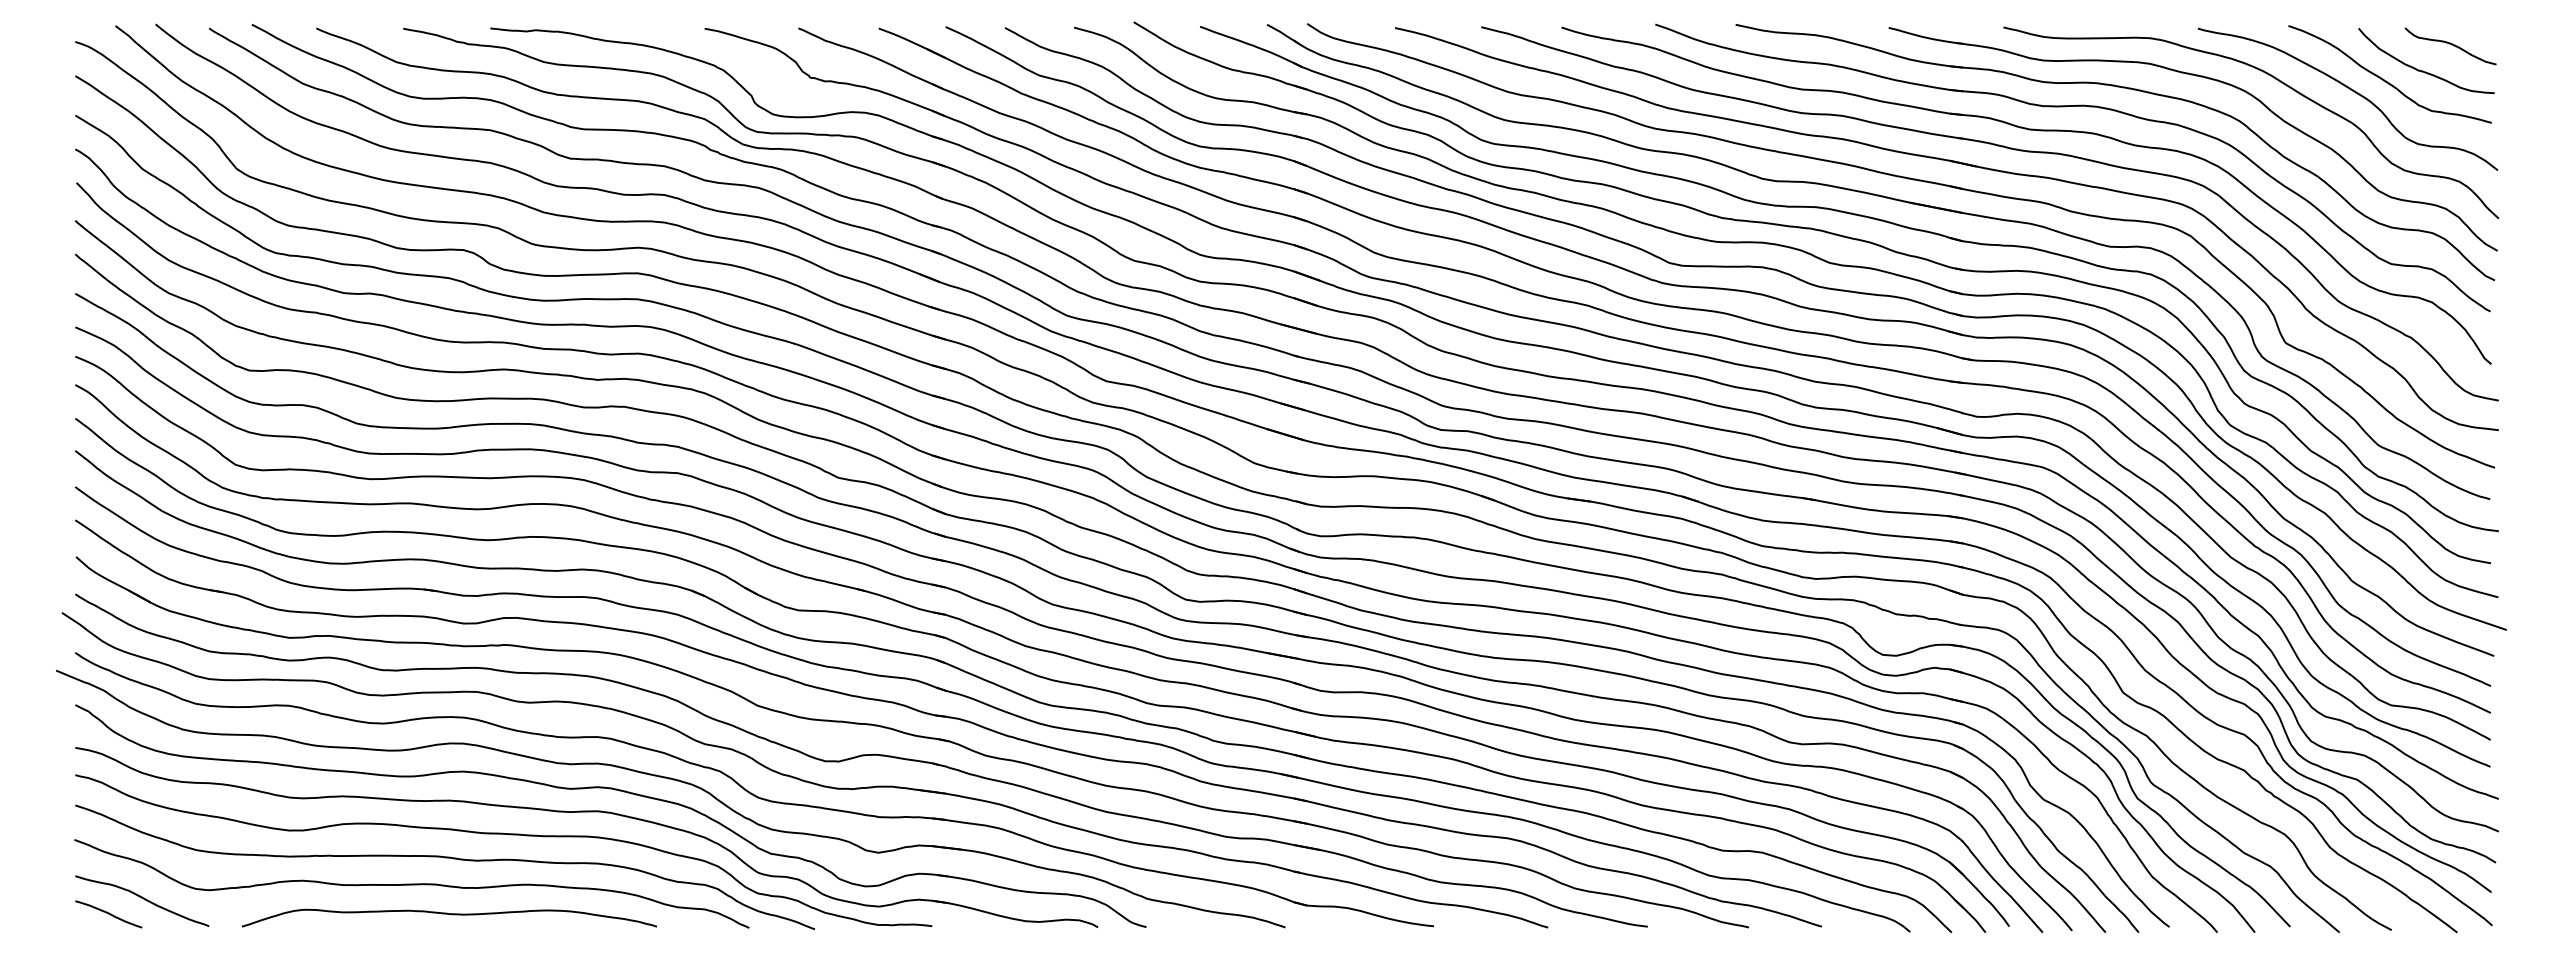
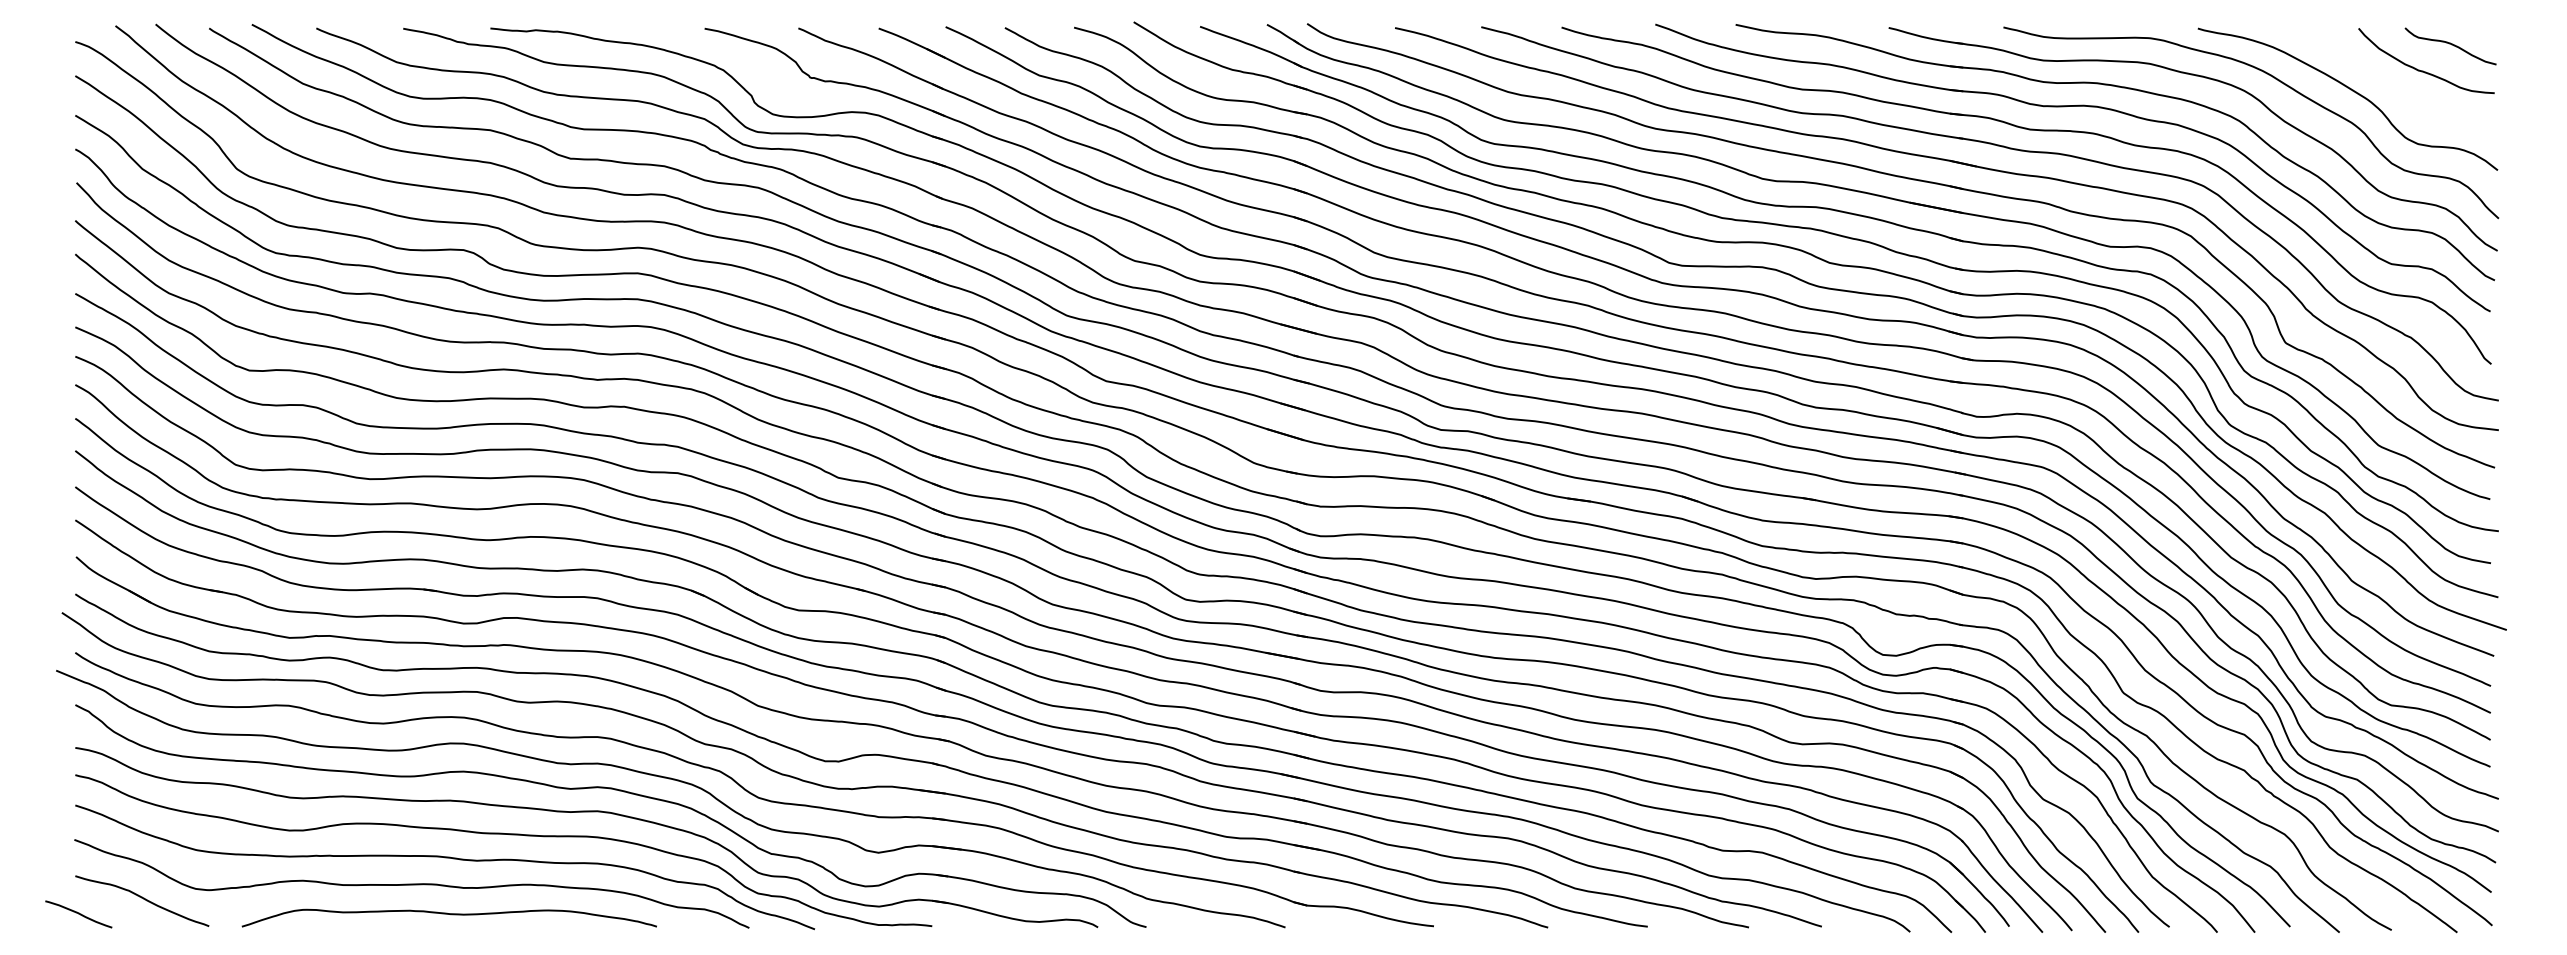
curve at (2386, 80): present -> none
curve at (108, 914) position: (108, 914) -> (78, 914)
